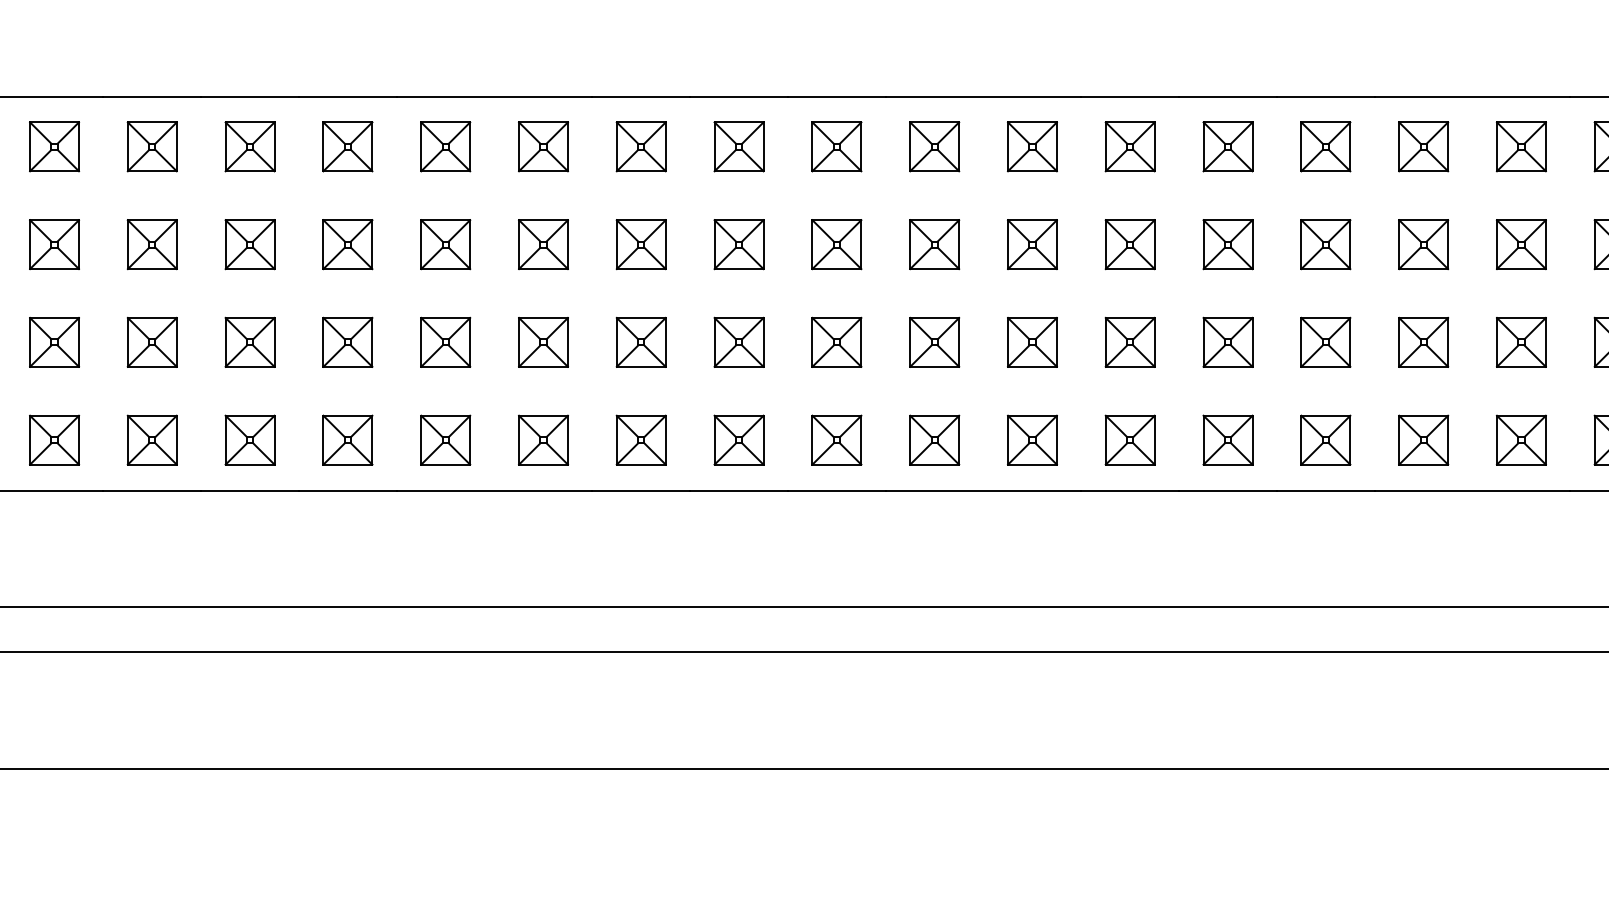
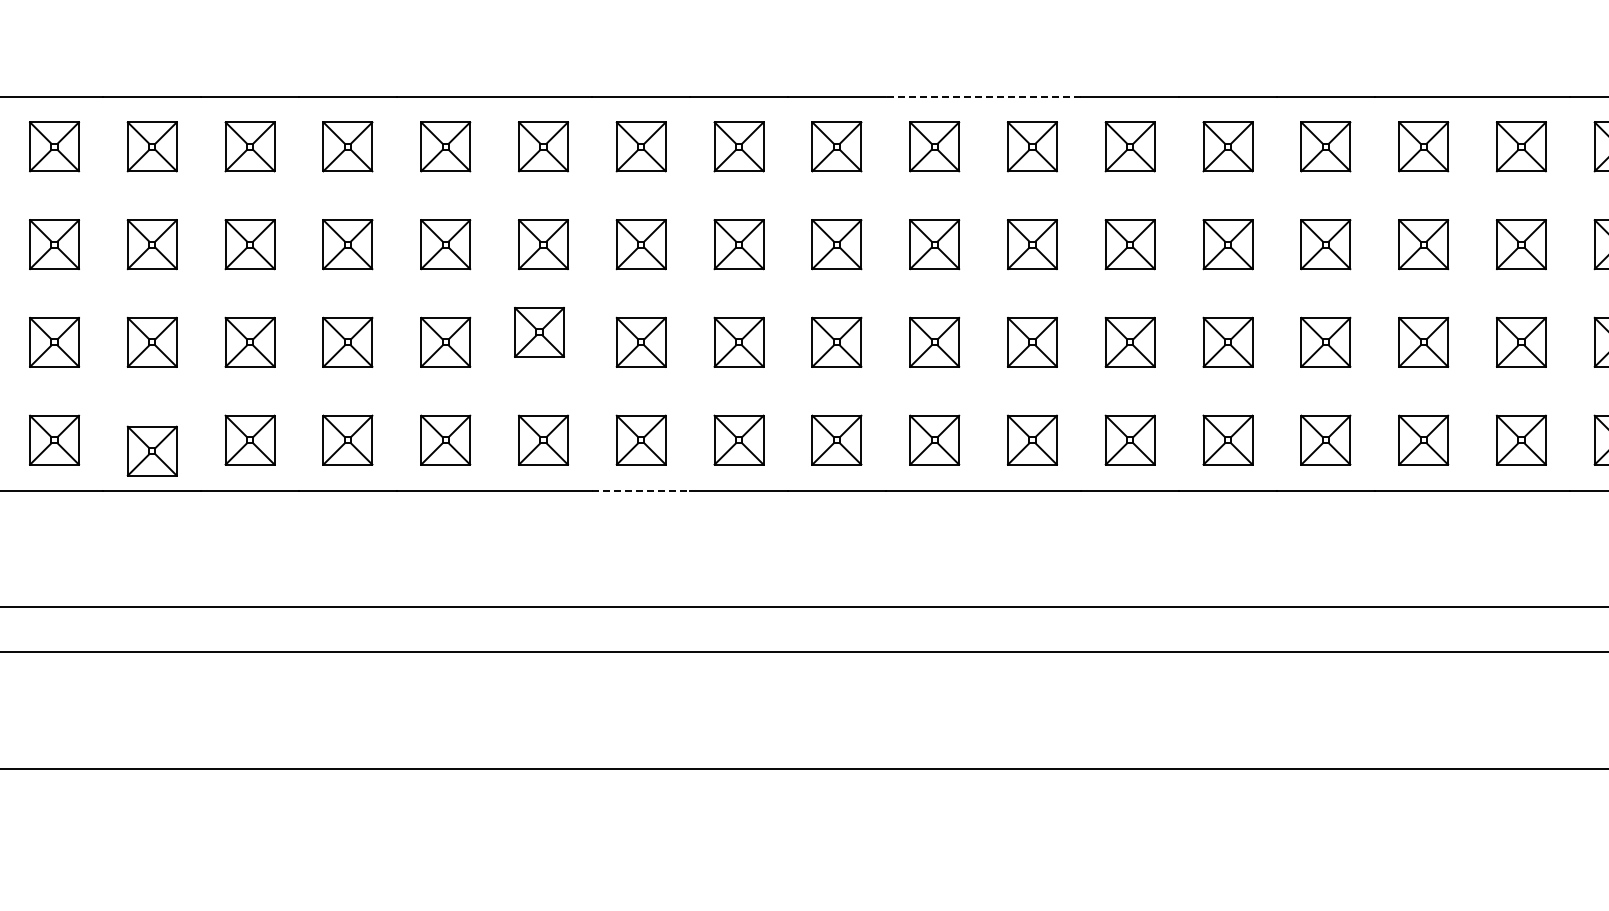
line at (983, 96): solid -> dashed
part at (543, 342) position: (543, 342) -> (539, 332)
part at (151, 439) position: (151, 439) -> (151, 450)
line at (641, 490): solid -> dashed
